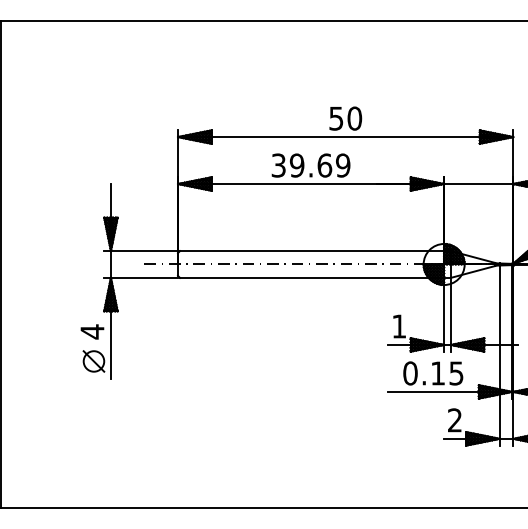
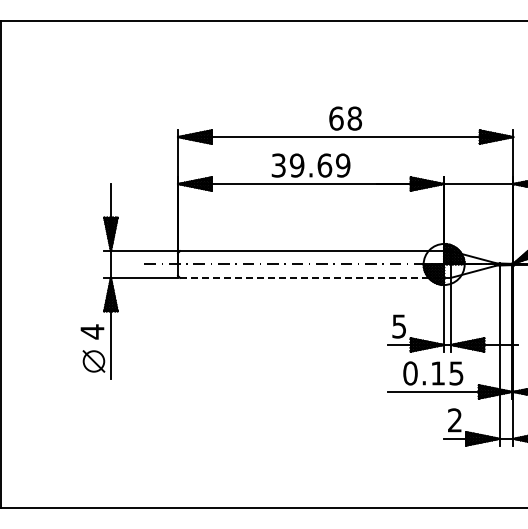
text at (345, 118): 50 -> 68
line at (312, 277): solid -> dashed
text at (398, 326): 1 -> 5
